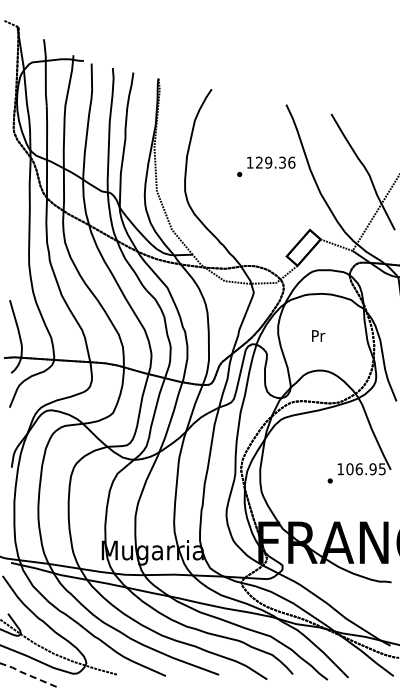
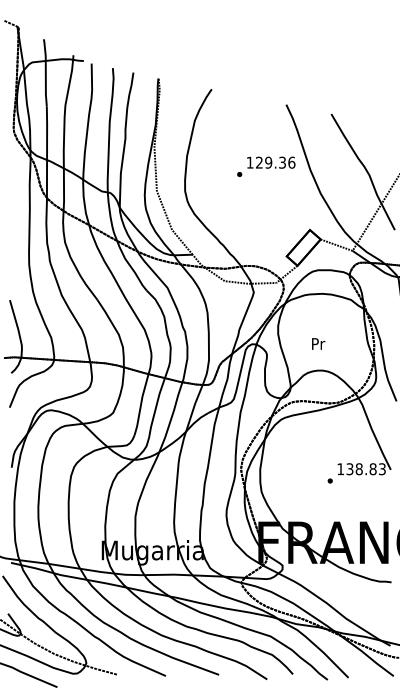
text at (318, 335) position: (318, 335) -> (318, 343)
text at (365, 469): 106.95 -> 138.83
line at (28, 675): dashed -> solid
